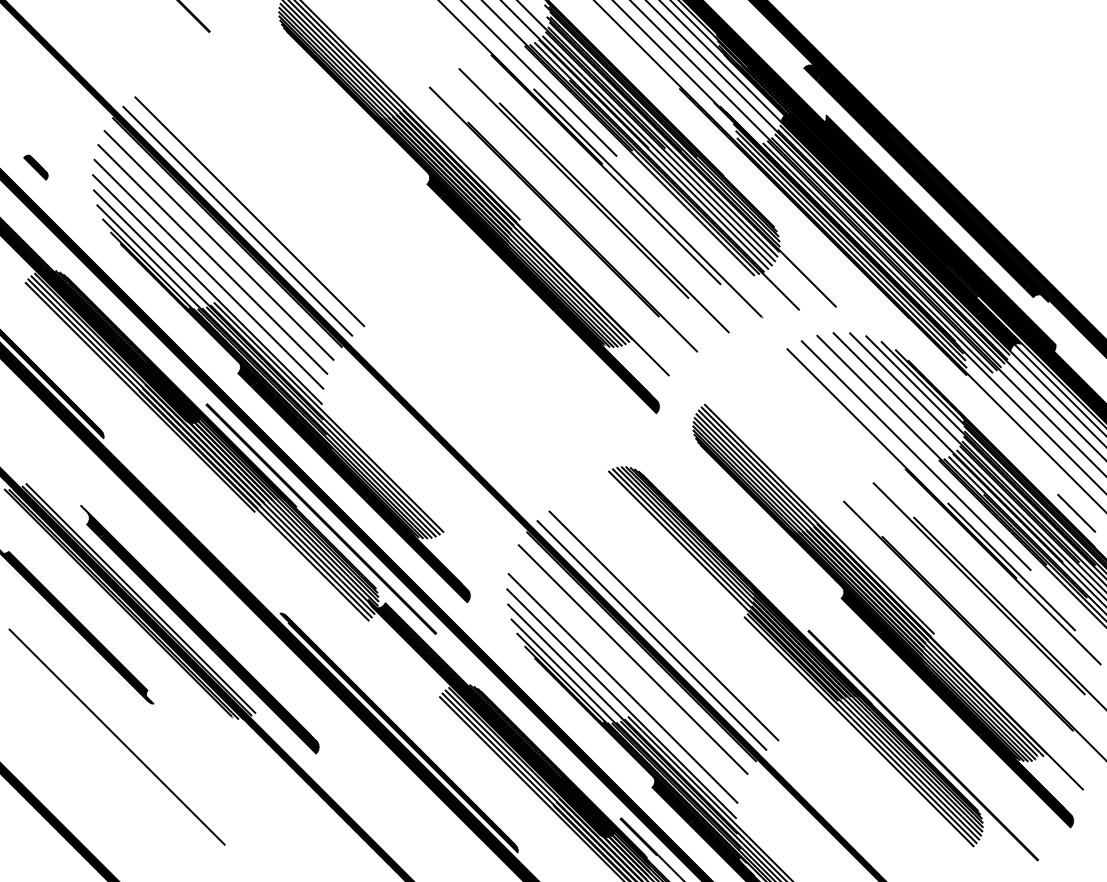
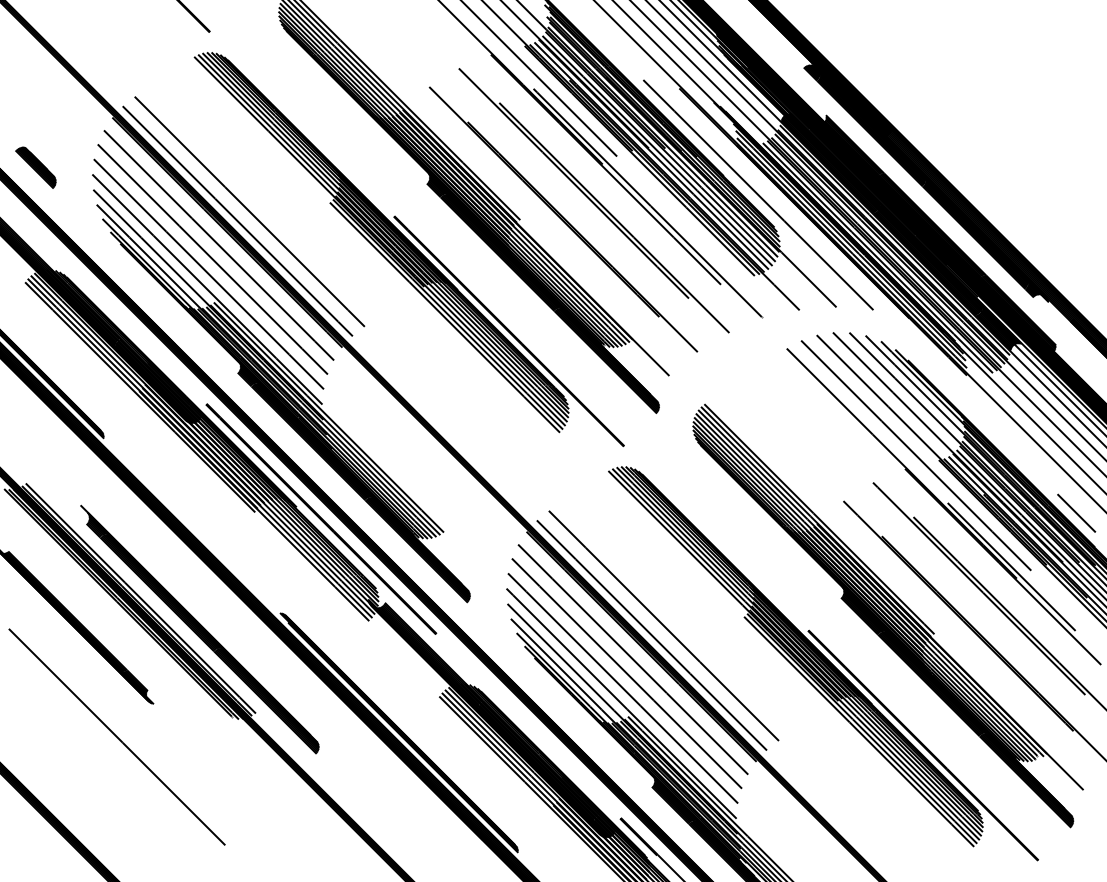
part at (35, 167) size: 26x27 px -> 42x43 px
line at (758, 194): none -> present
part at (408, 249): none -> present
line at (626, 673): none -> present
